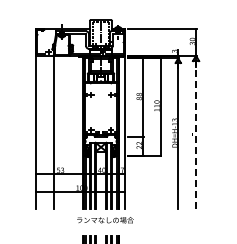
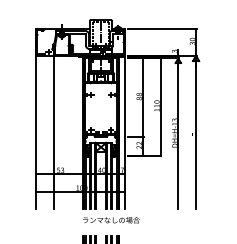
line at (196, 135): dashed -> solid
text at (105, 220) position: (105, 220) -> (111, 220)
